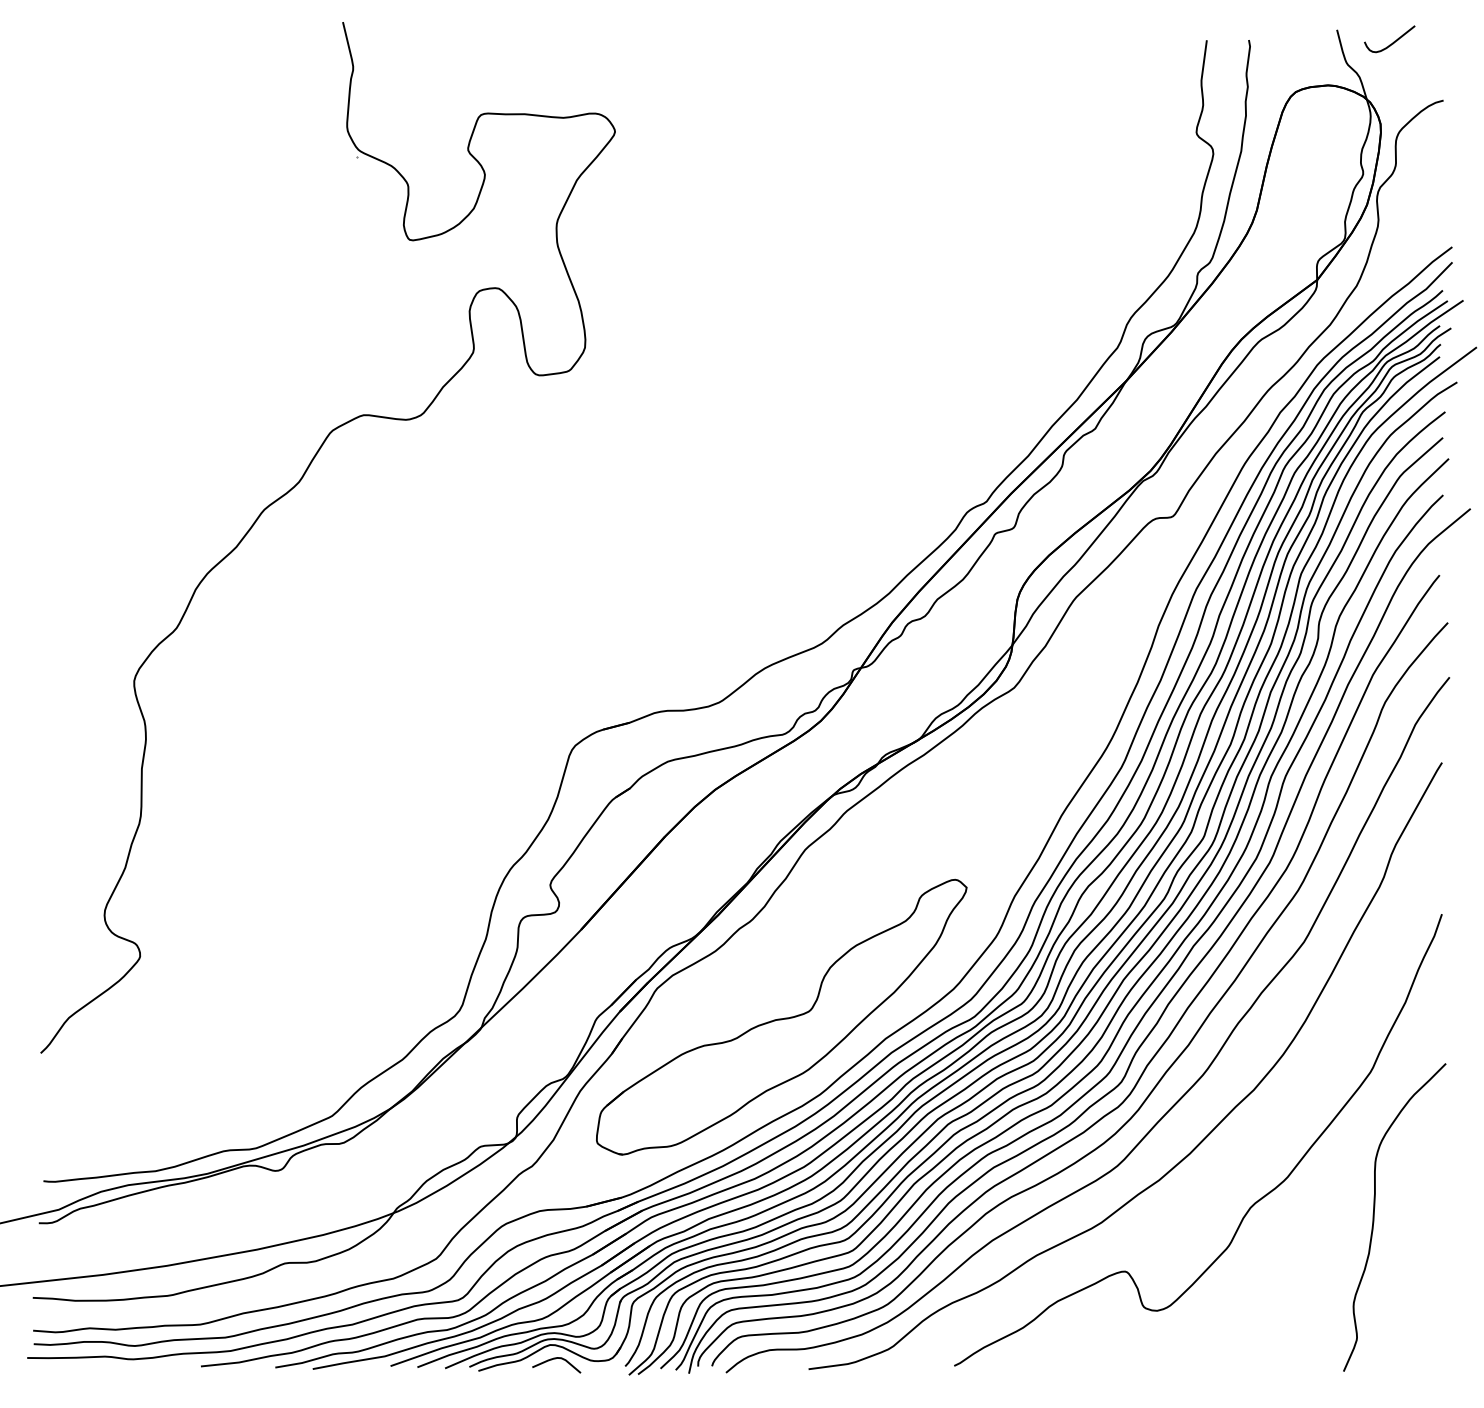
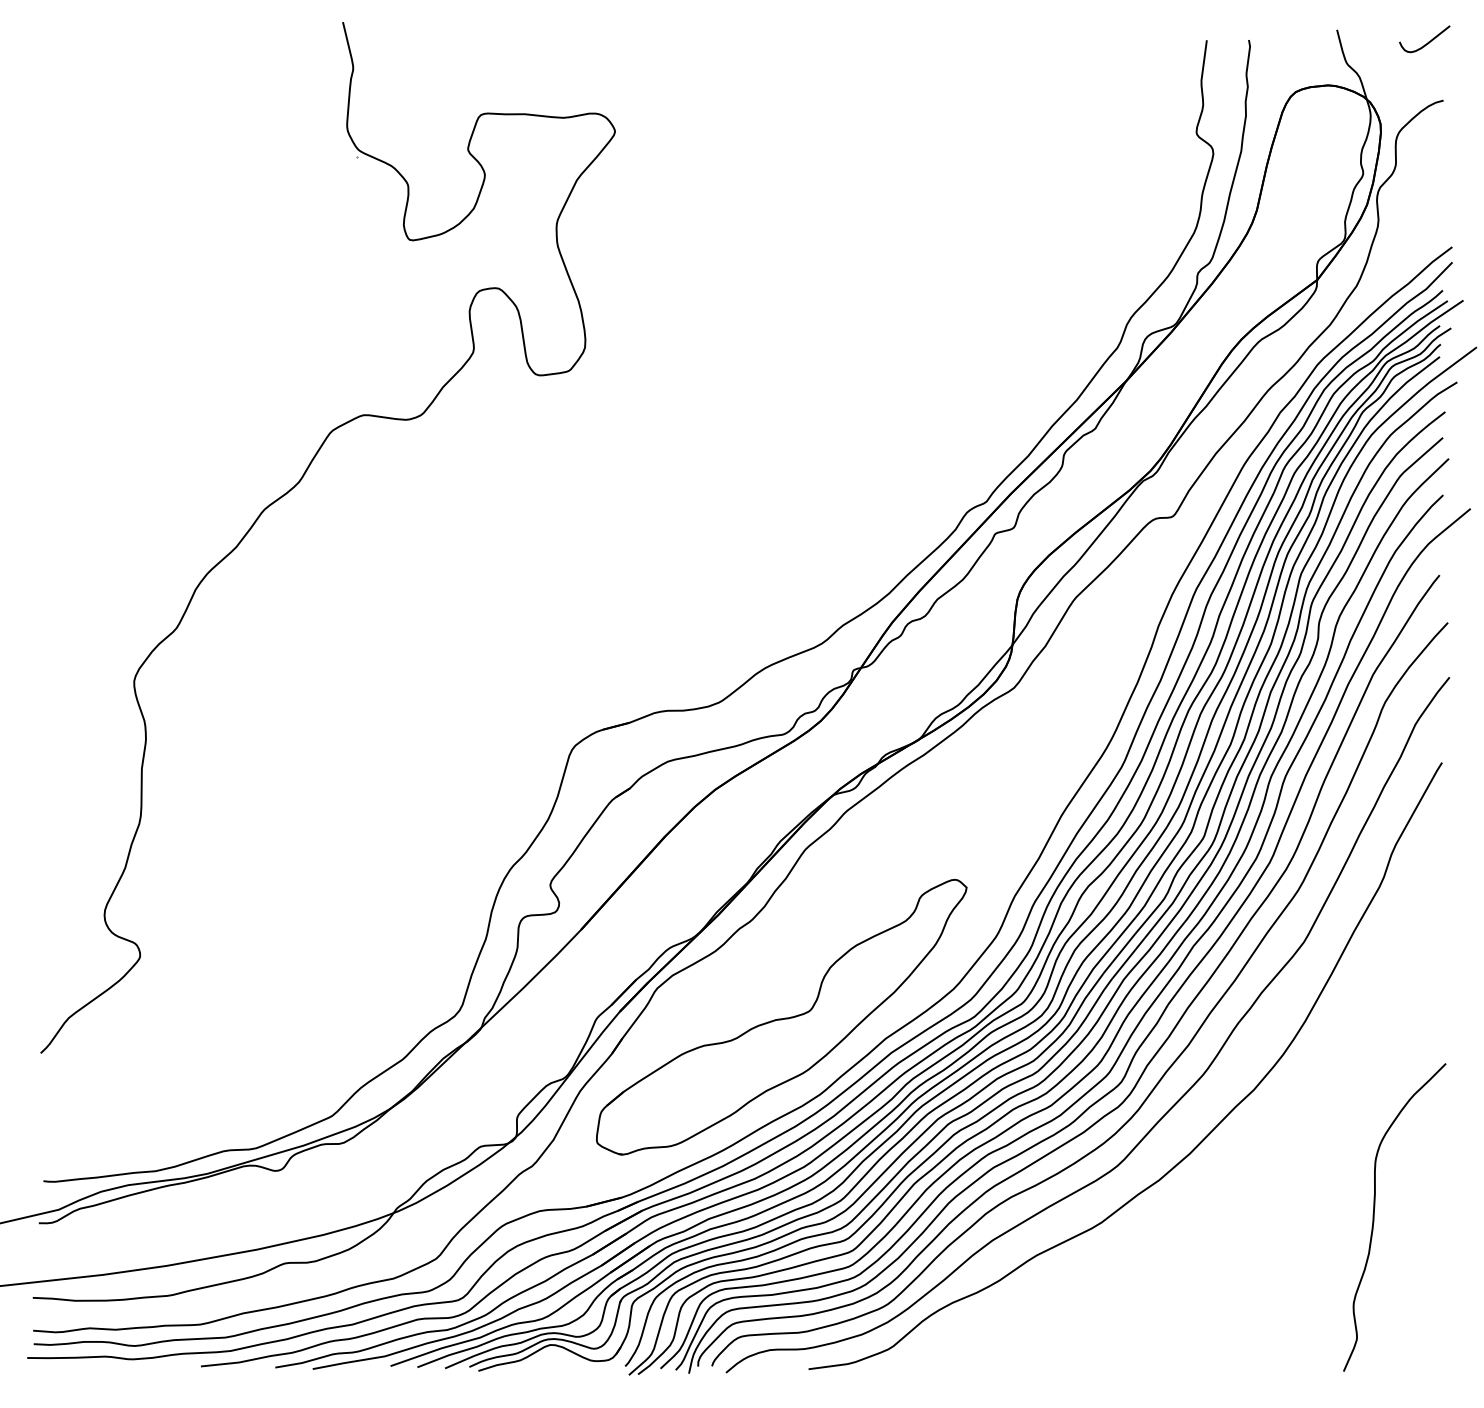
curve at (1392, 42) position: (1392, 42) -> (1427, 42)
curve at (1255, 1201): present -> none
curve at (555, 1359): present -> none
